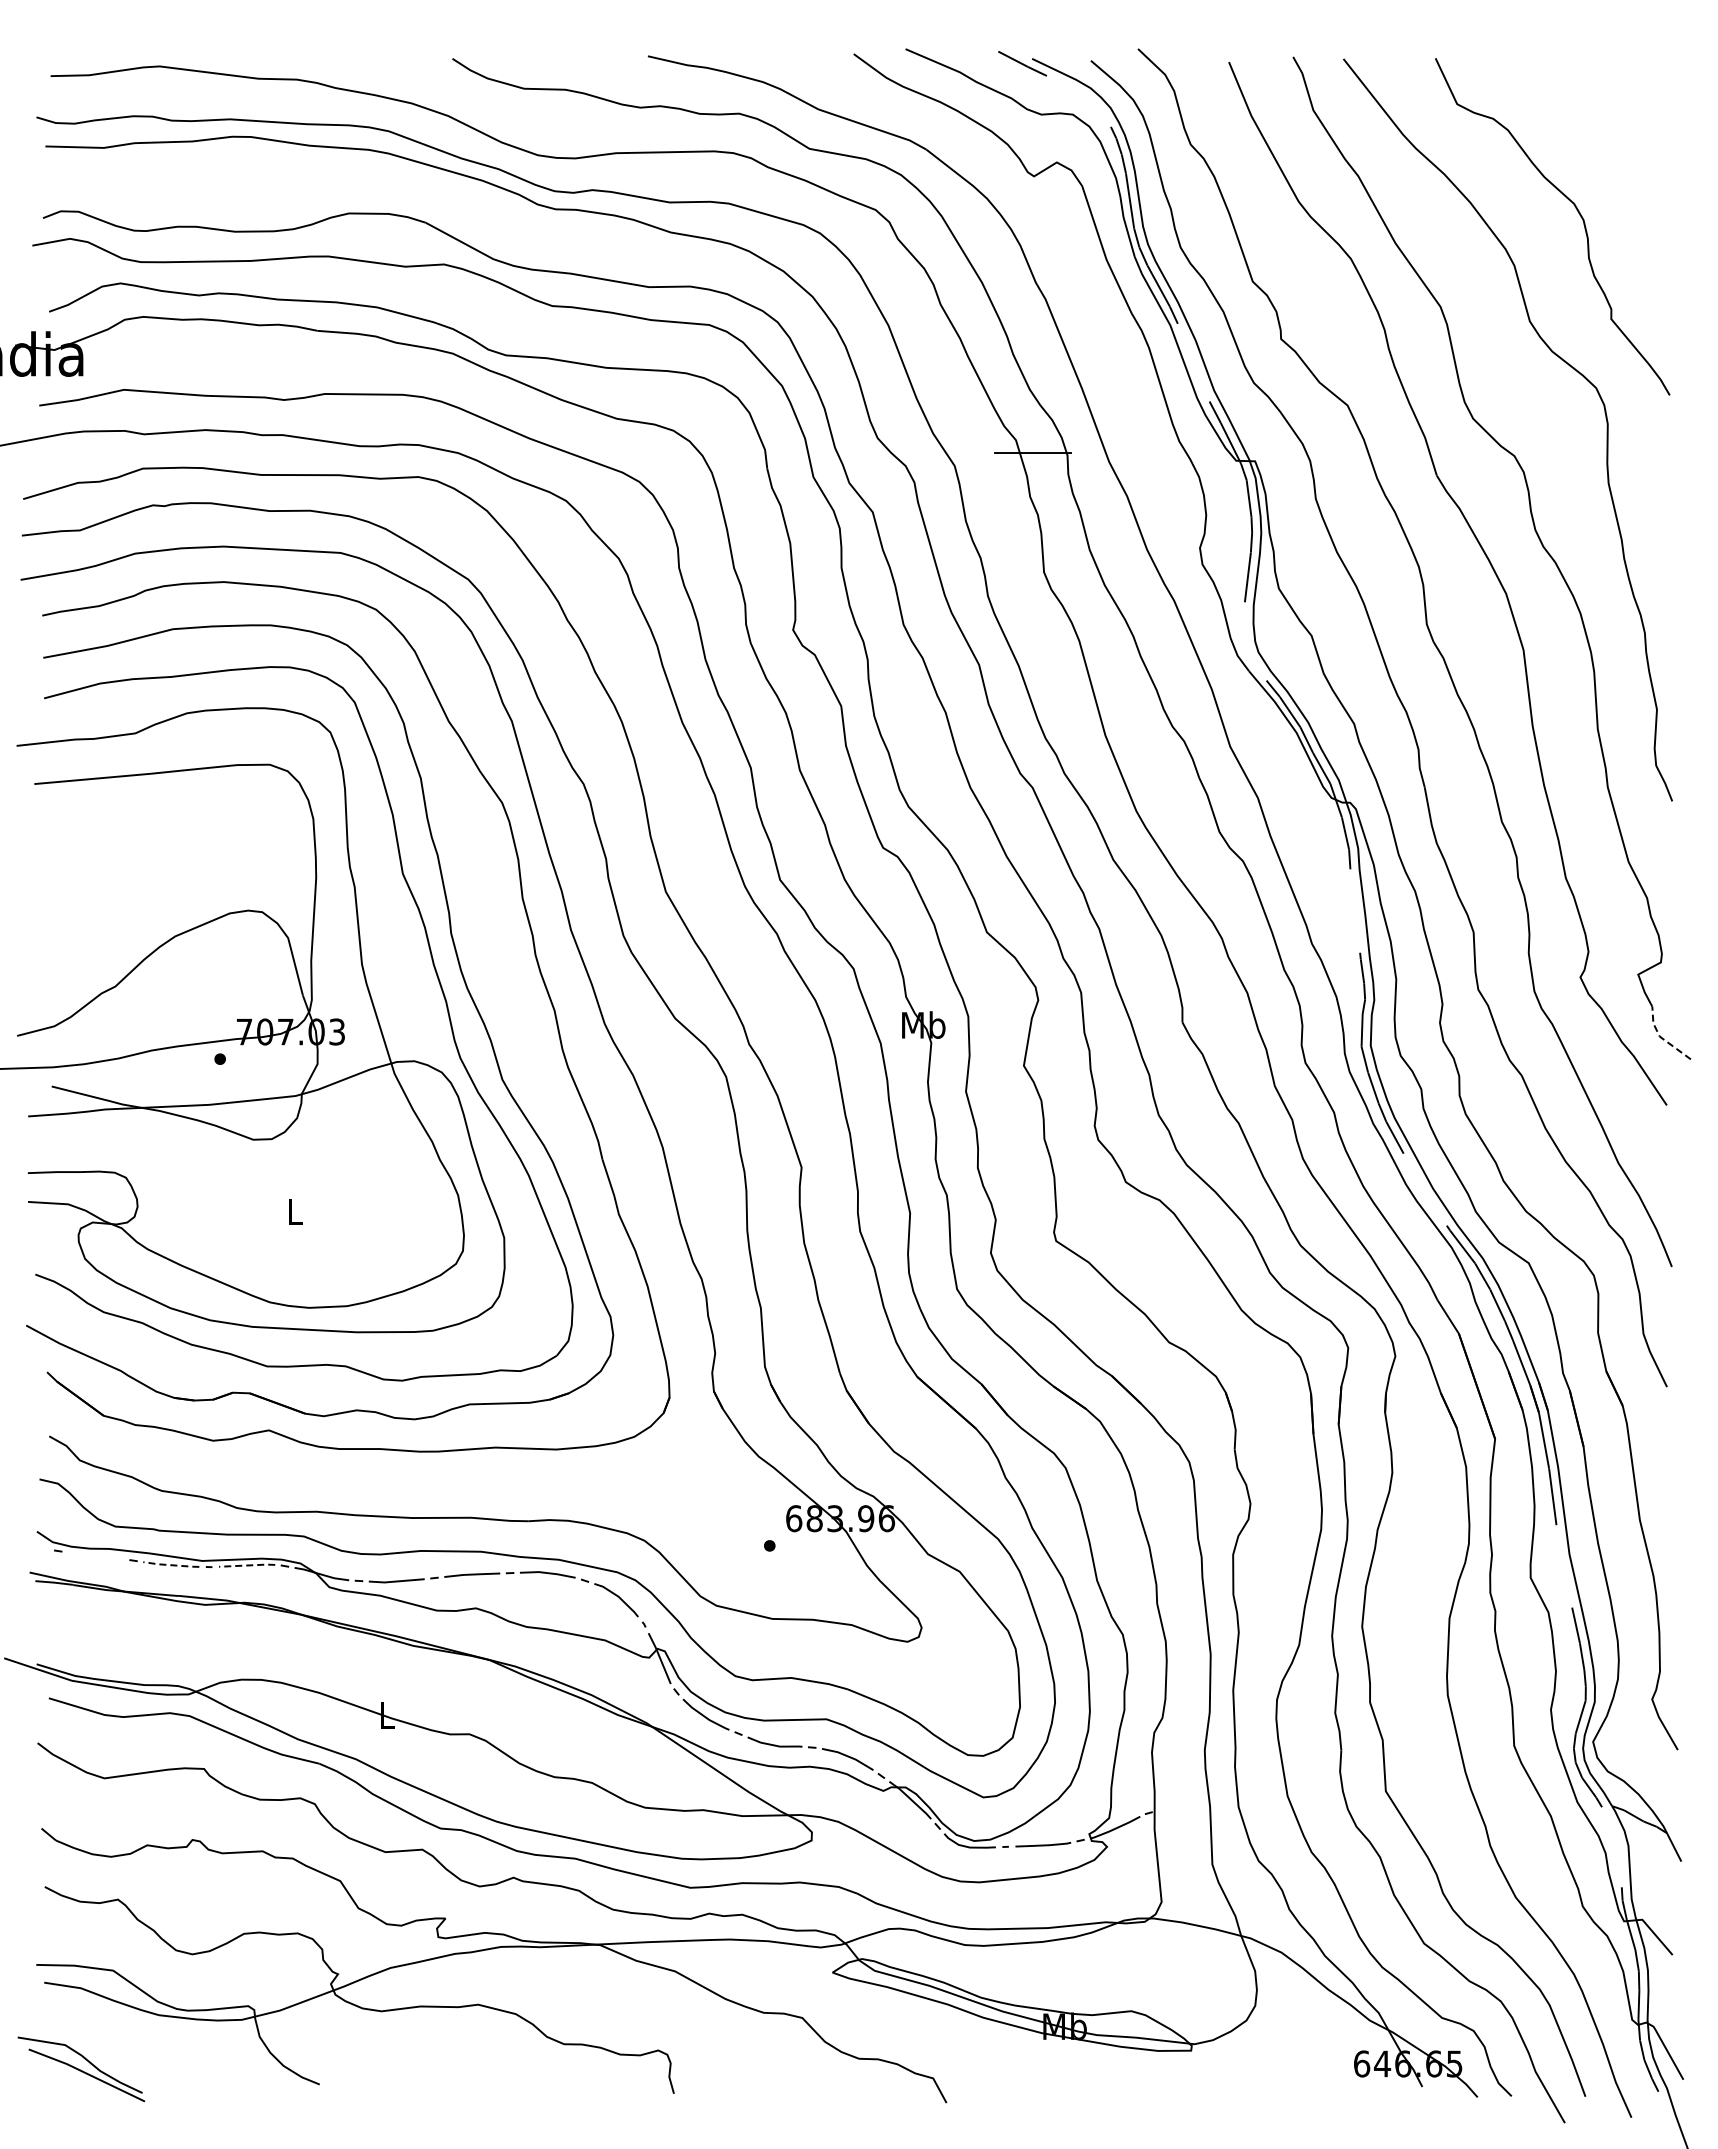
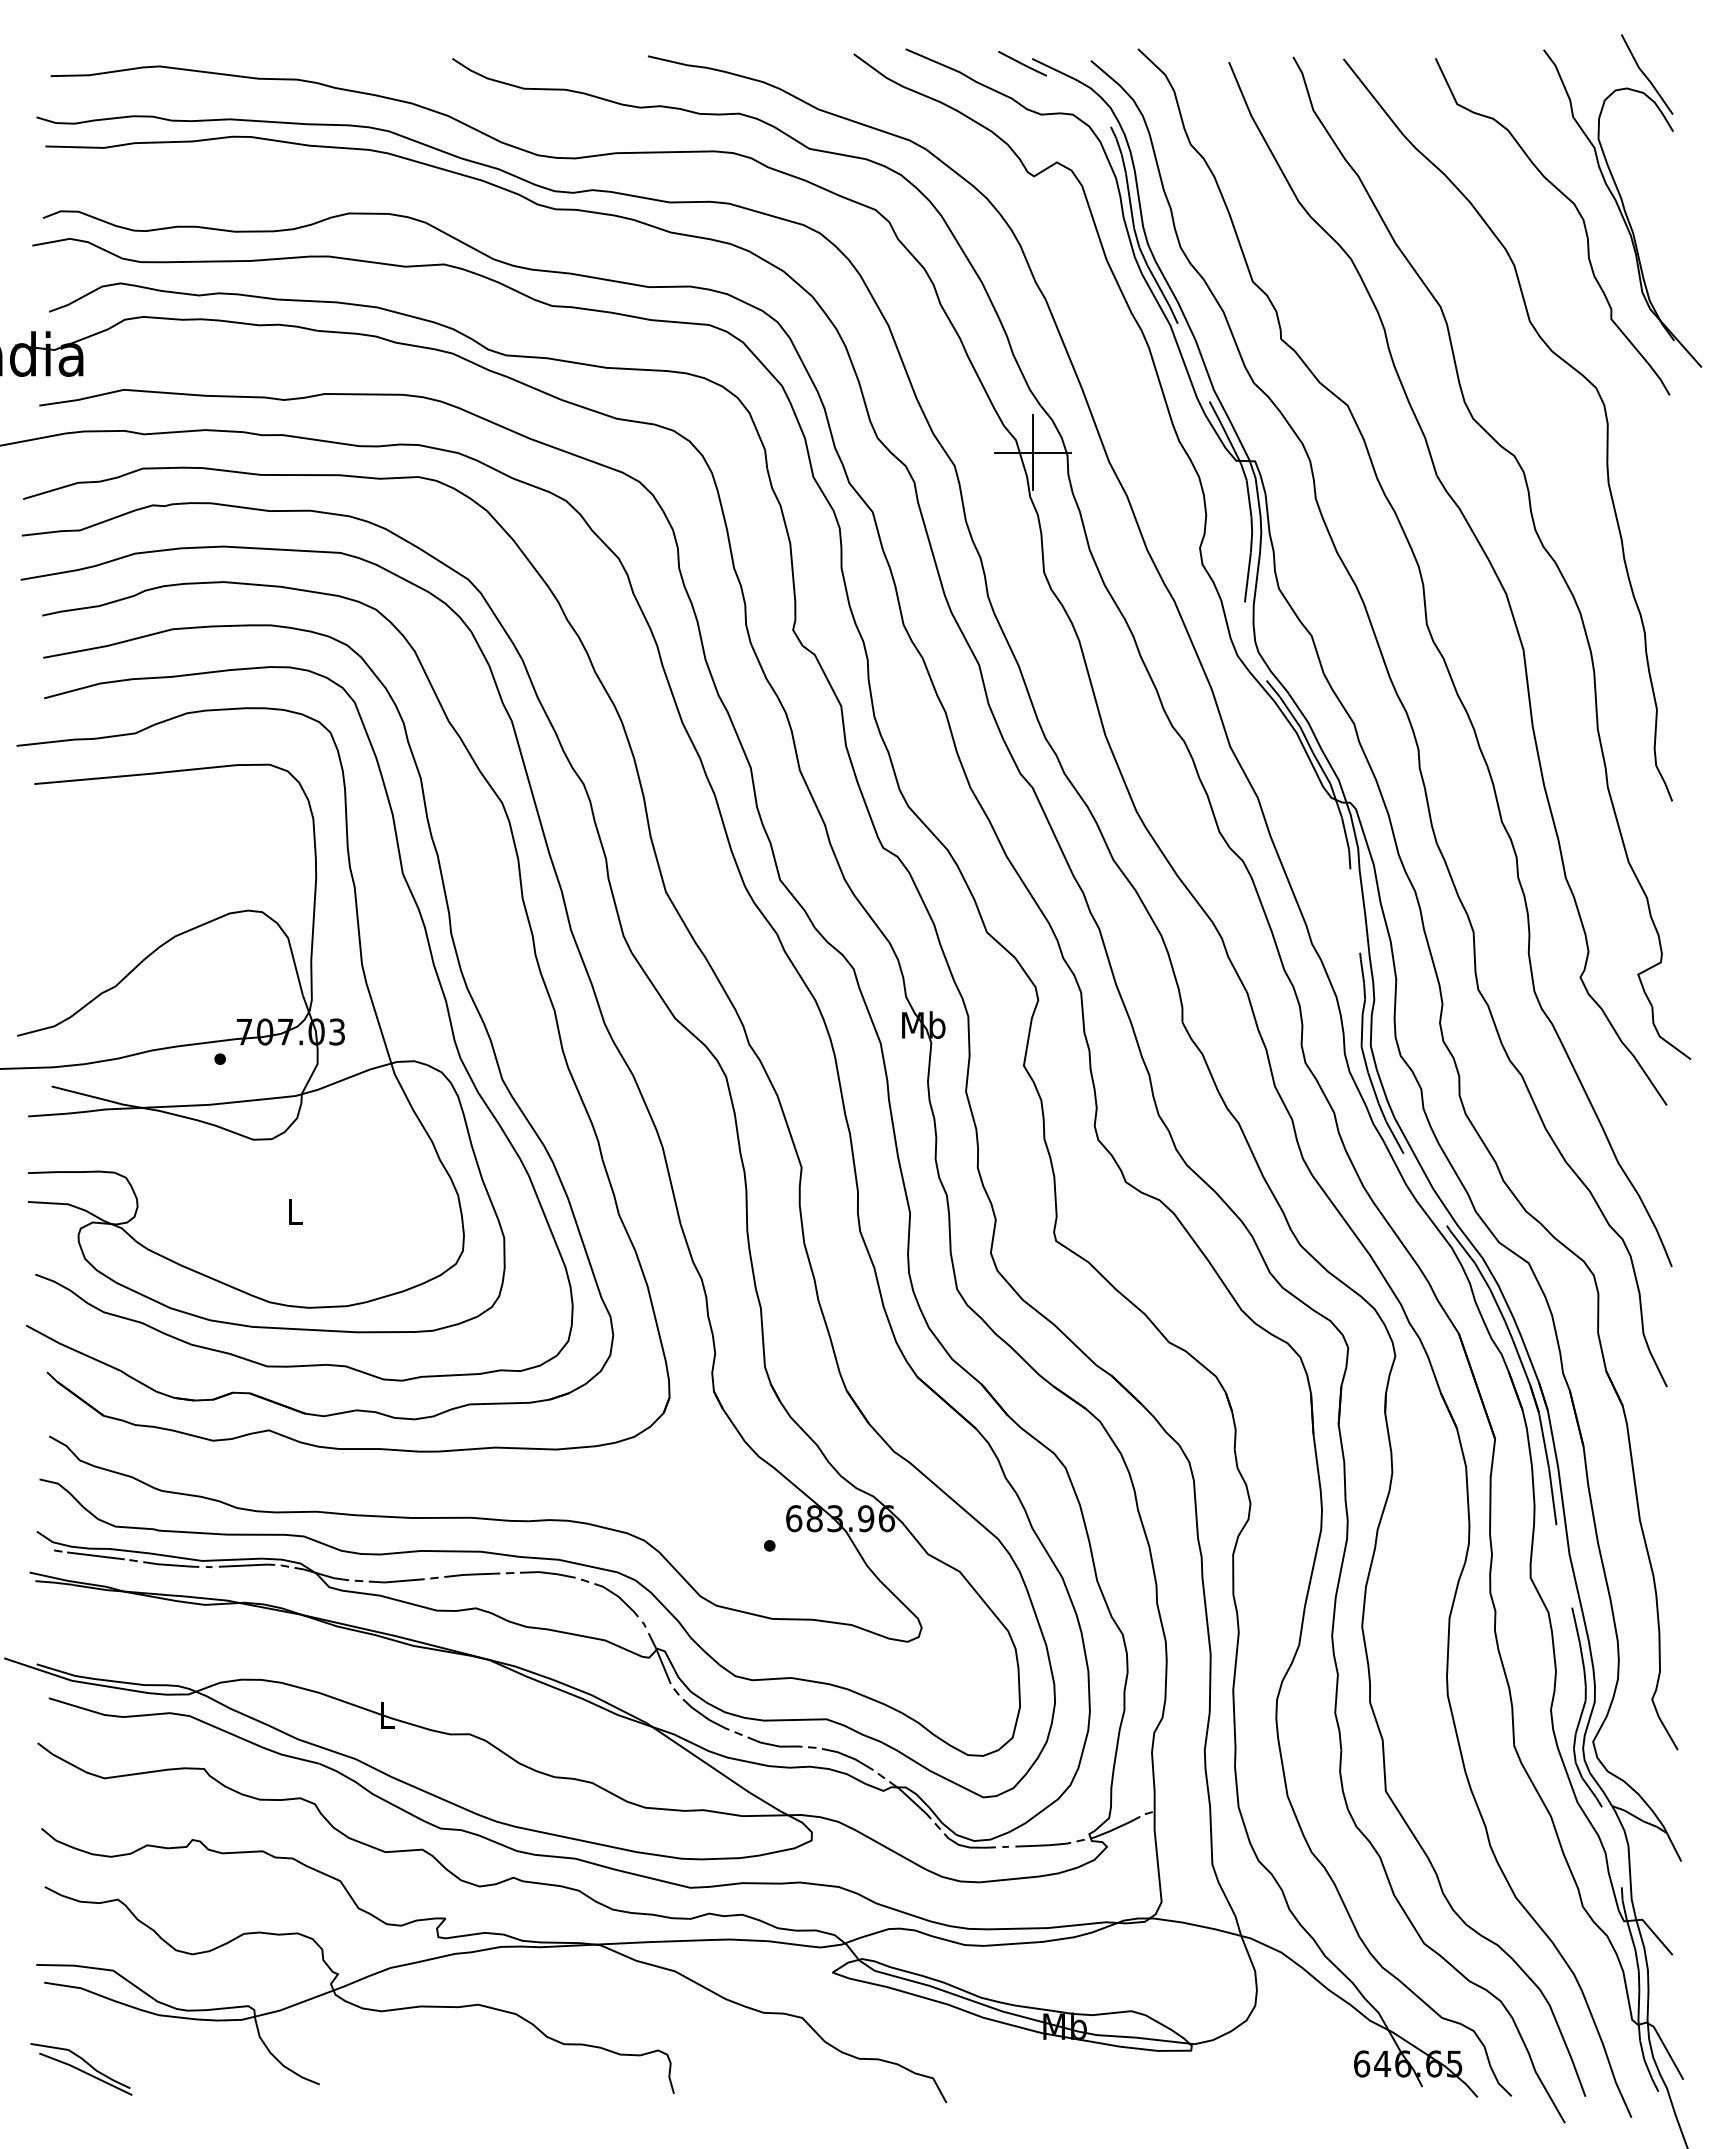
part at (1622, 200): none -> present
line at (1032, 452): none -> present
line at (1661, 1037): dashed -> solid
line at (95, 1555): none -> present
line at (171, 1565): dashed -> solid
line at (247, 1565): dashed -> solid
part at (81, 2069) size: 129x67 px -> 103x53 px
